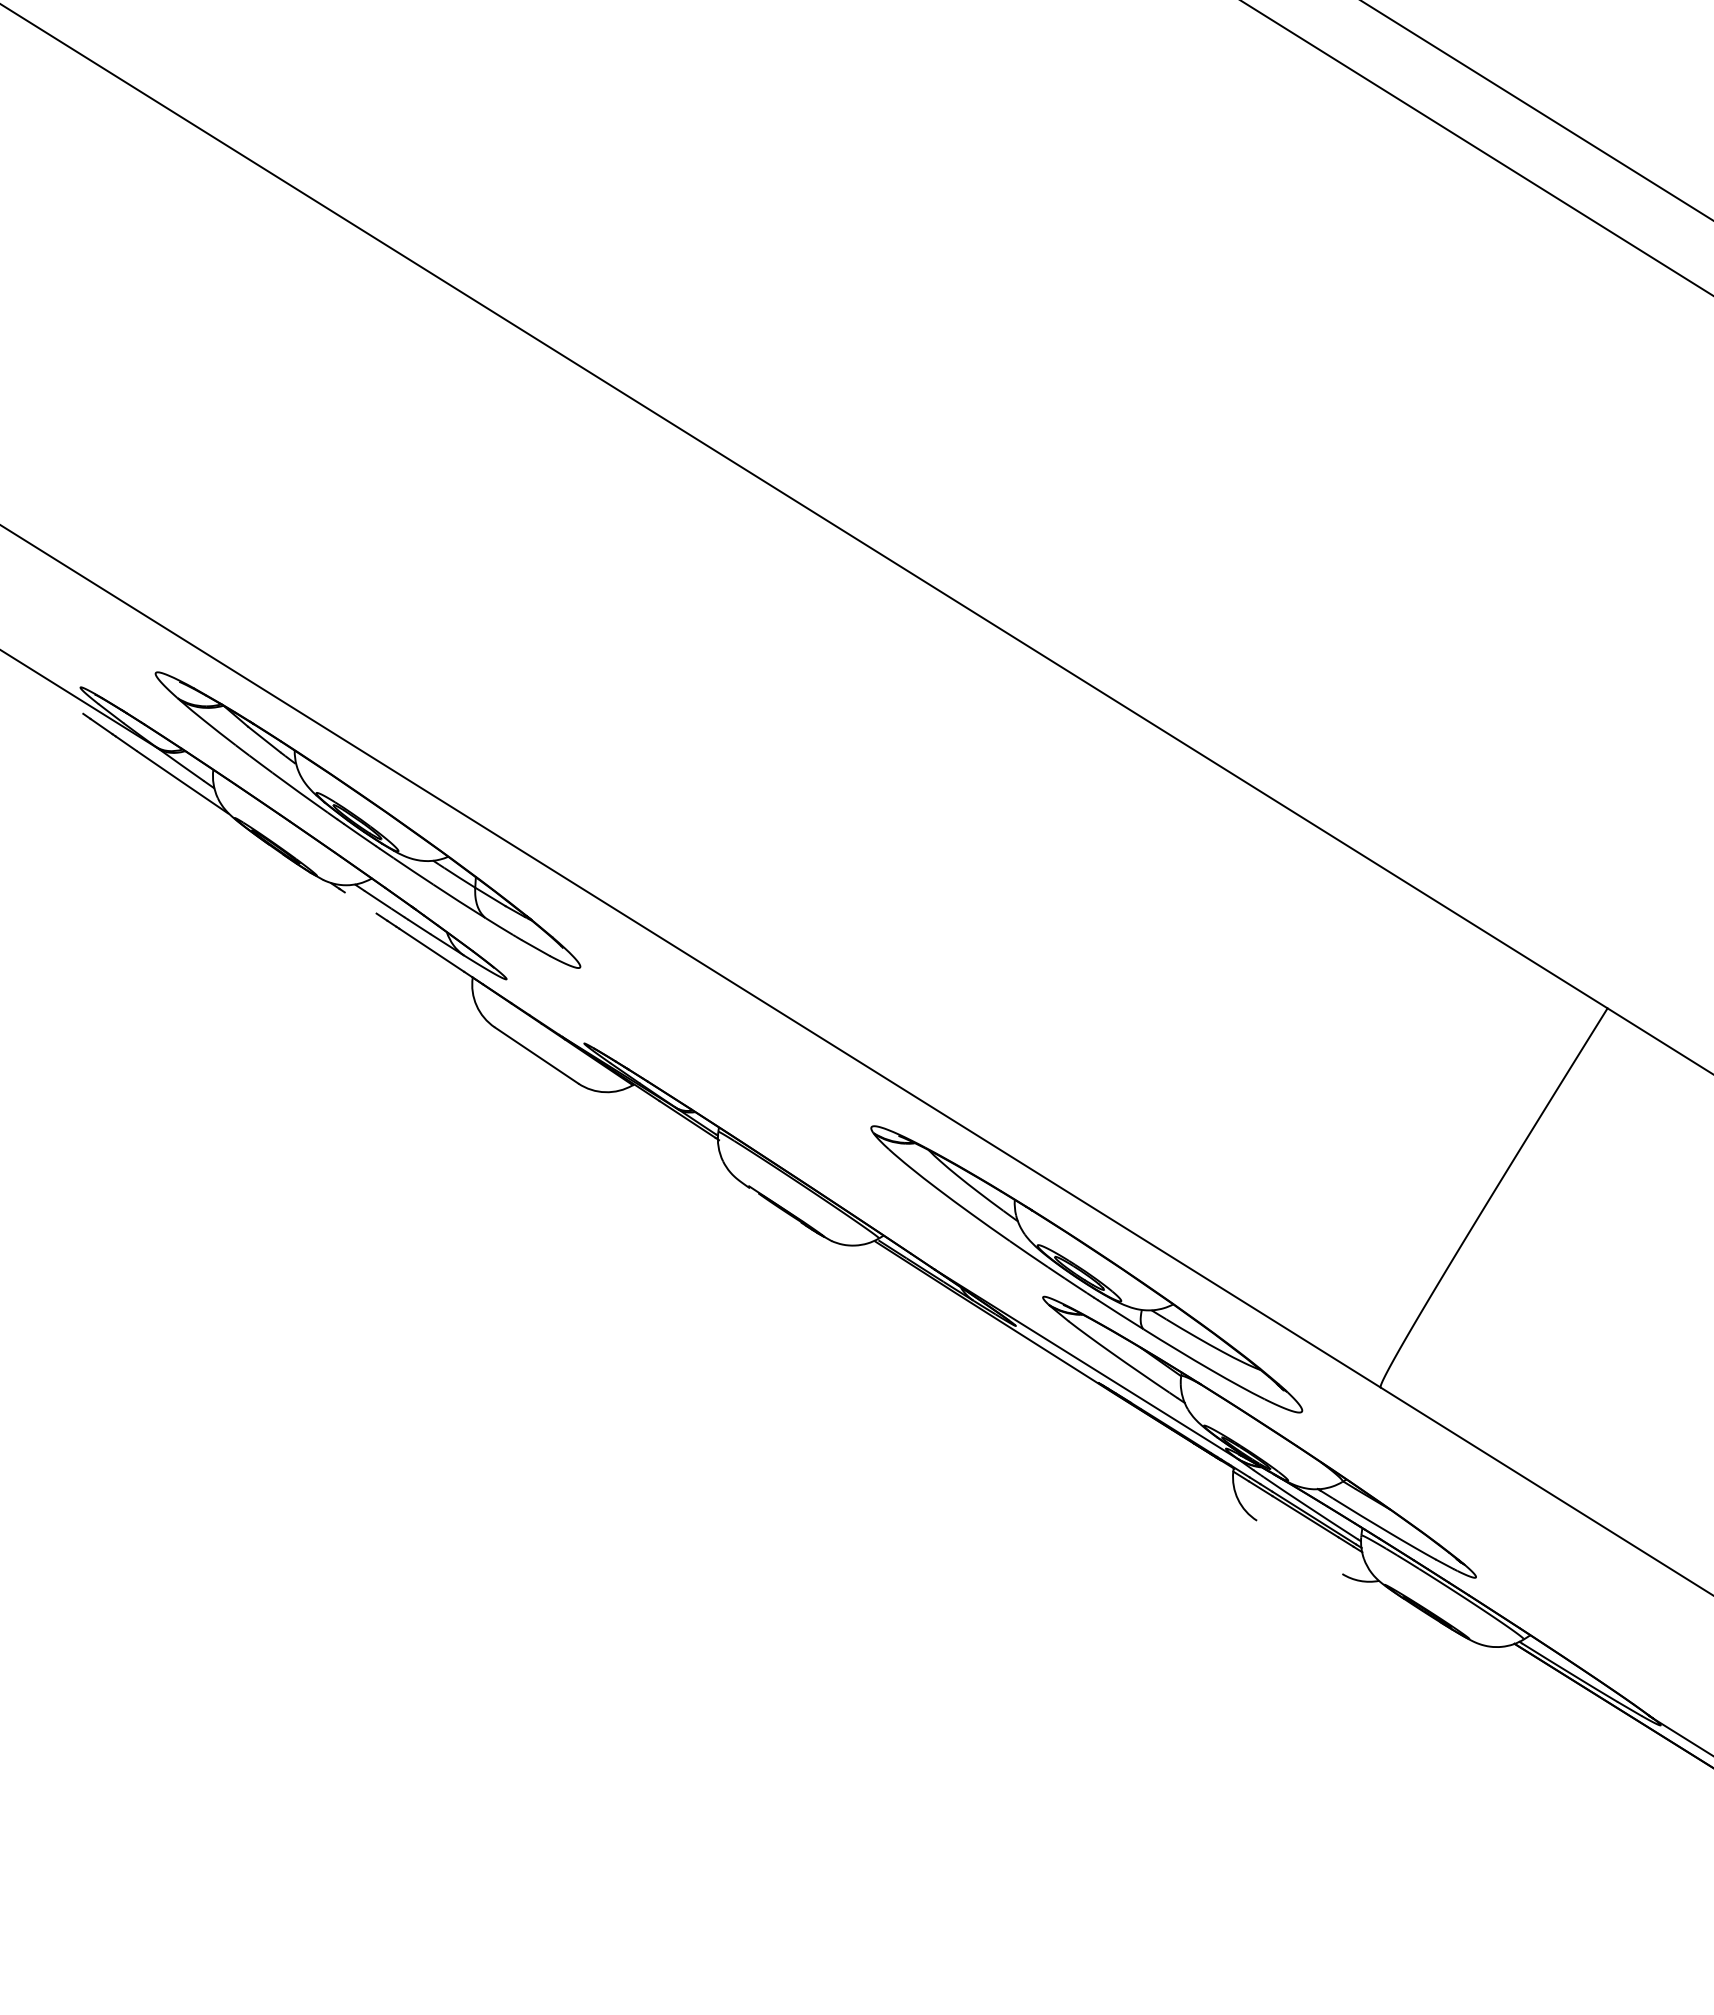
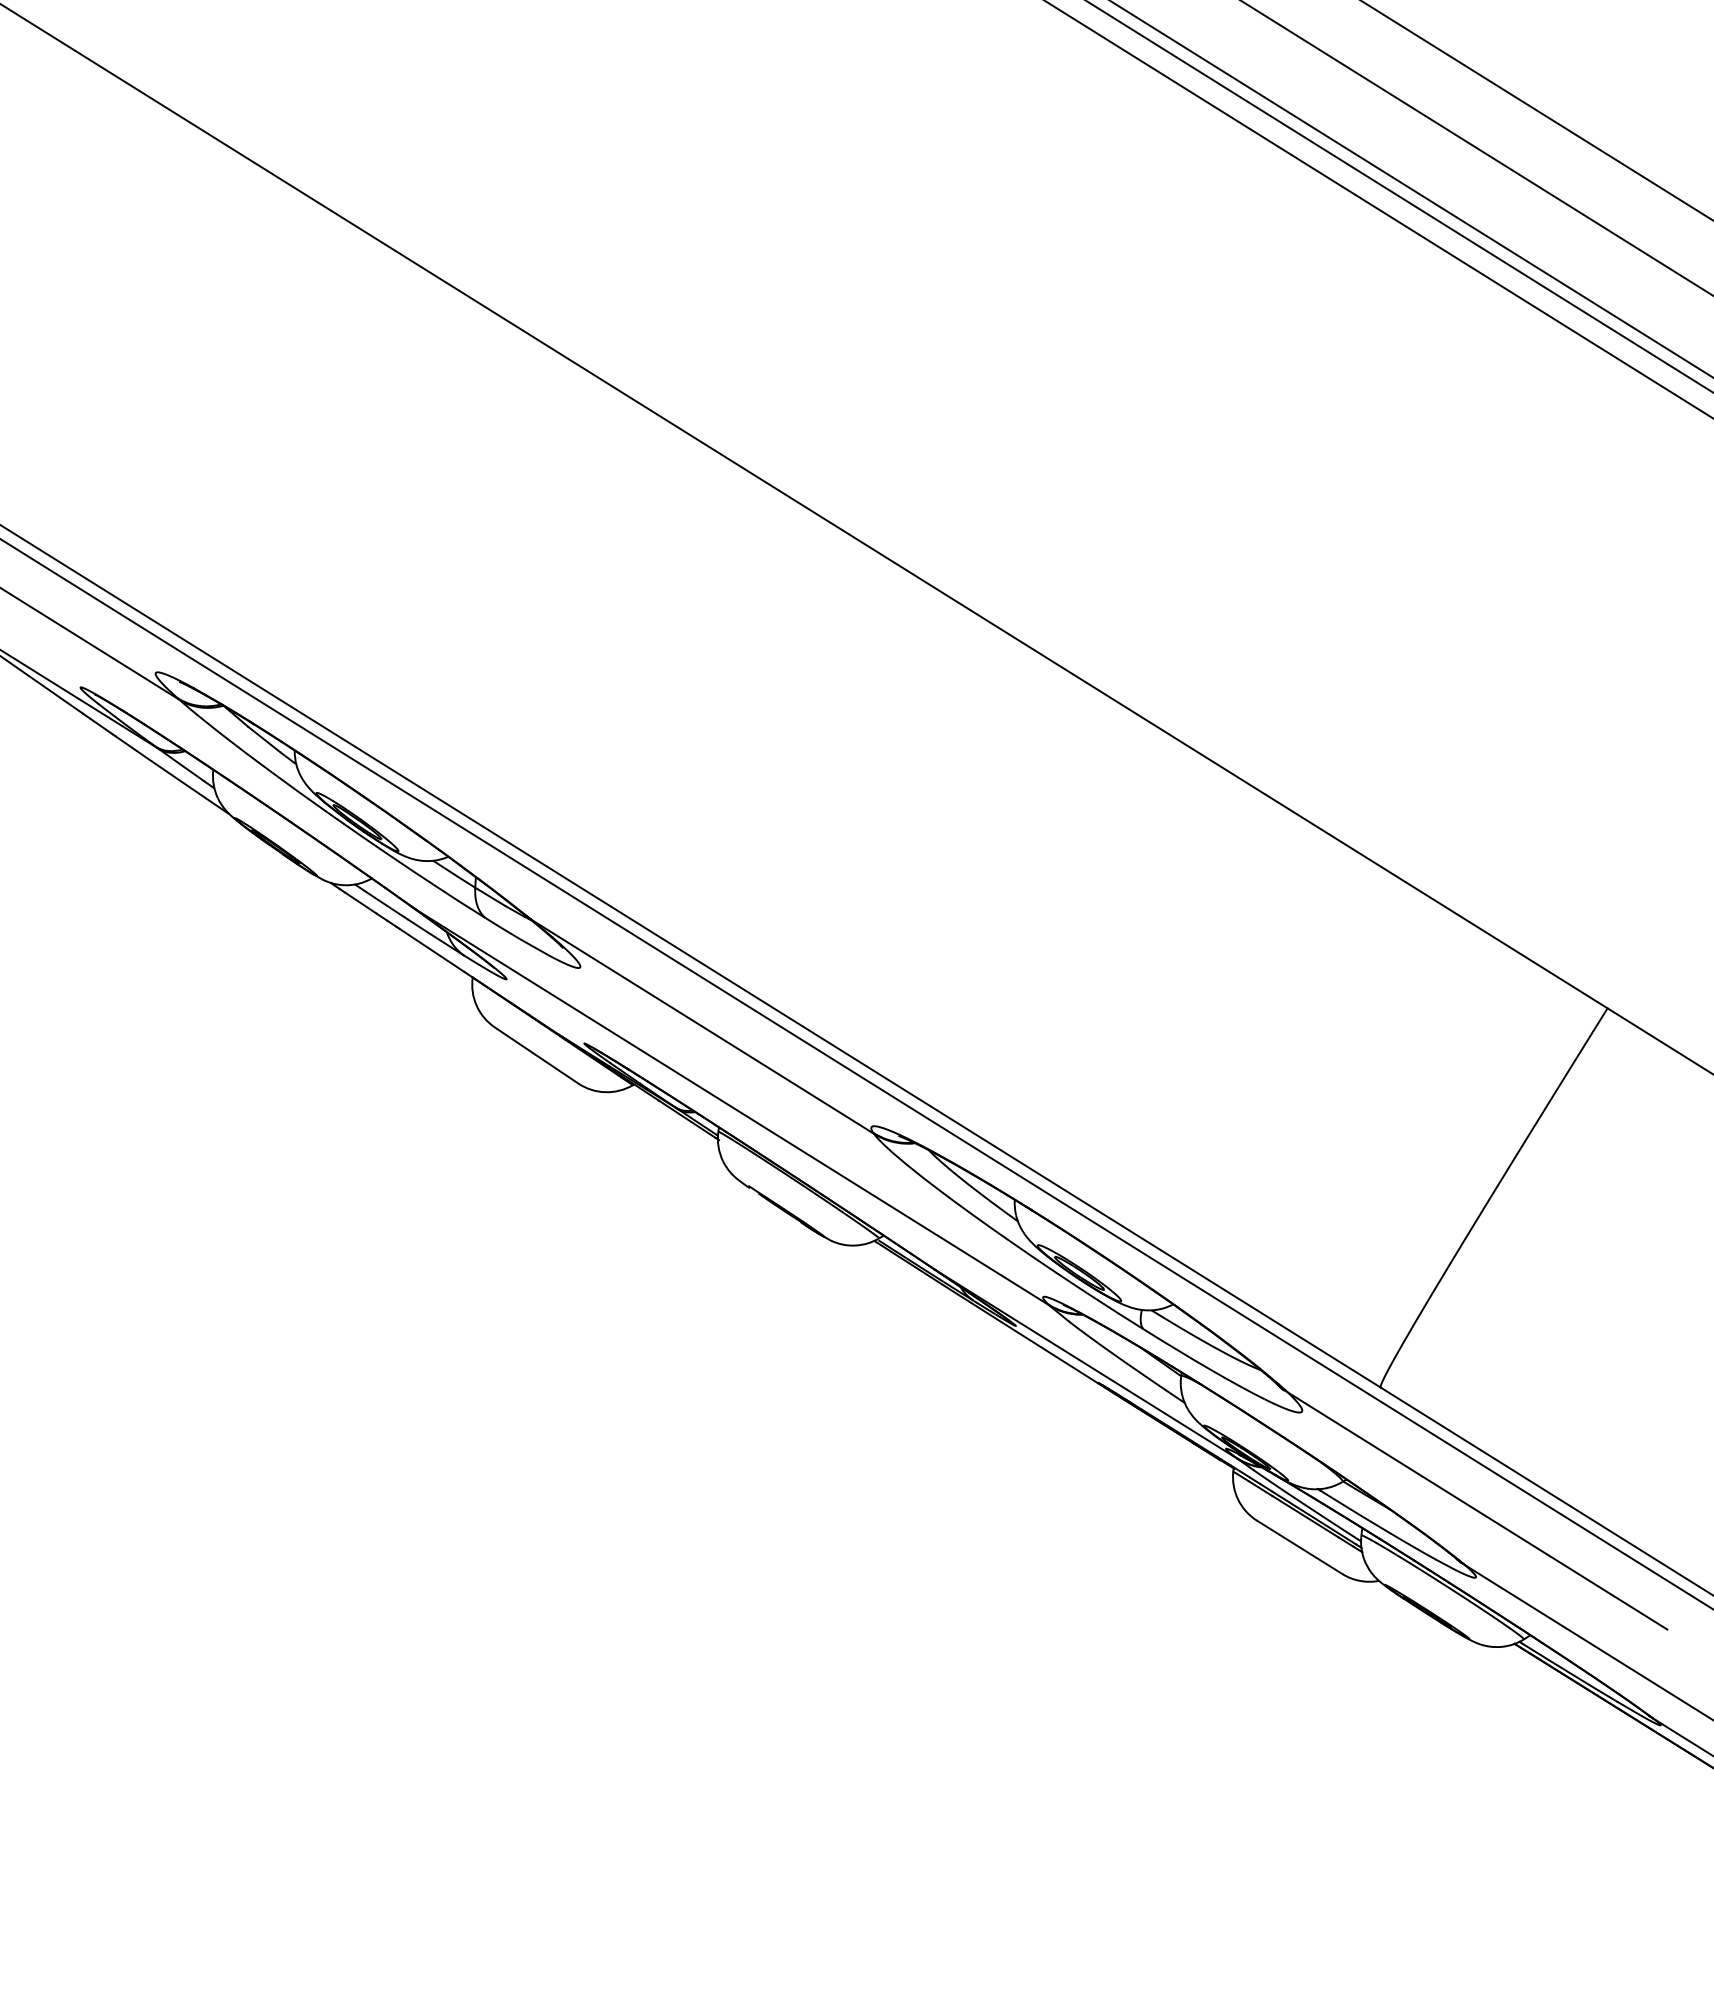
line at (1411, 188): none -> present
line at (1399, 196): none -> present
line at (1378, 209): none -> present
line at (90, 644): none -> present
line at (42, 685): none -> present
line at (360, 902): none -> present
line at (702, 1026): none -> present
line at (856, 1073): none -> present
line at (732, 1107): none -> present
line at (1477, 1510): none -> present
line at (1299, 1547): none -> present
line at (1587, 1641): none -> present
